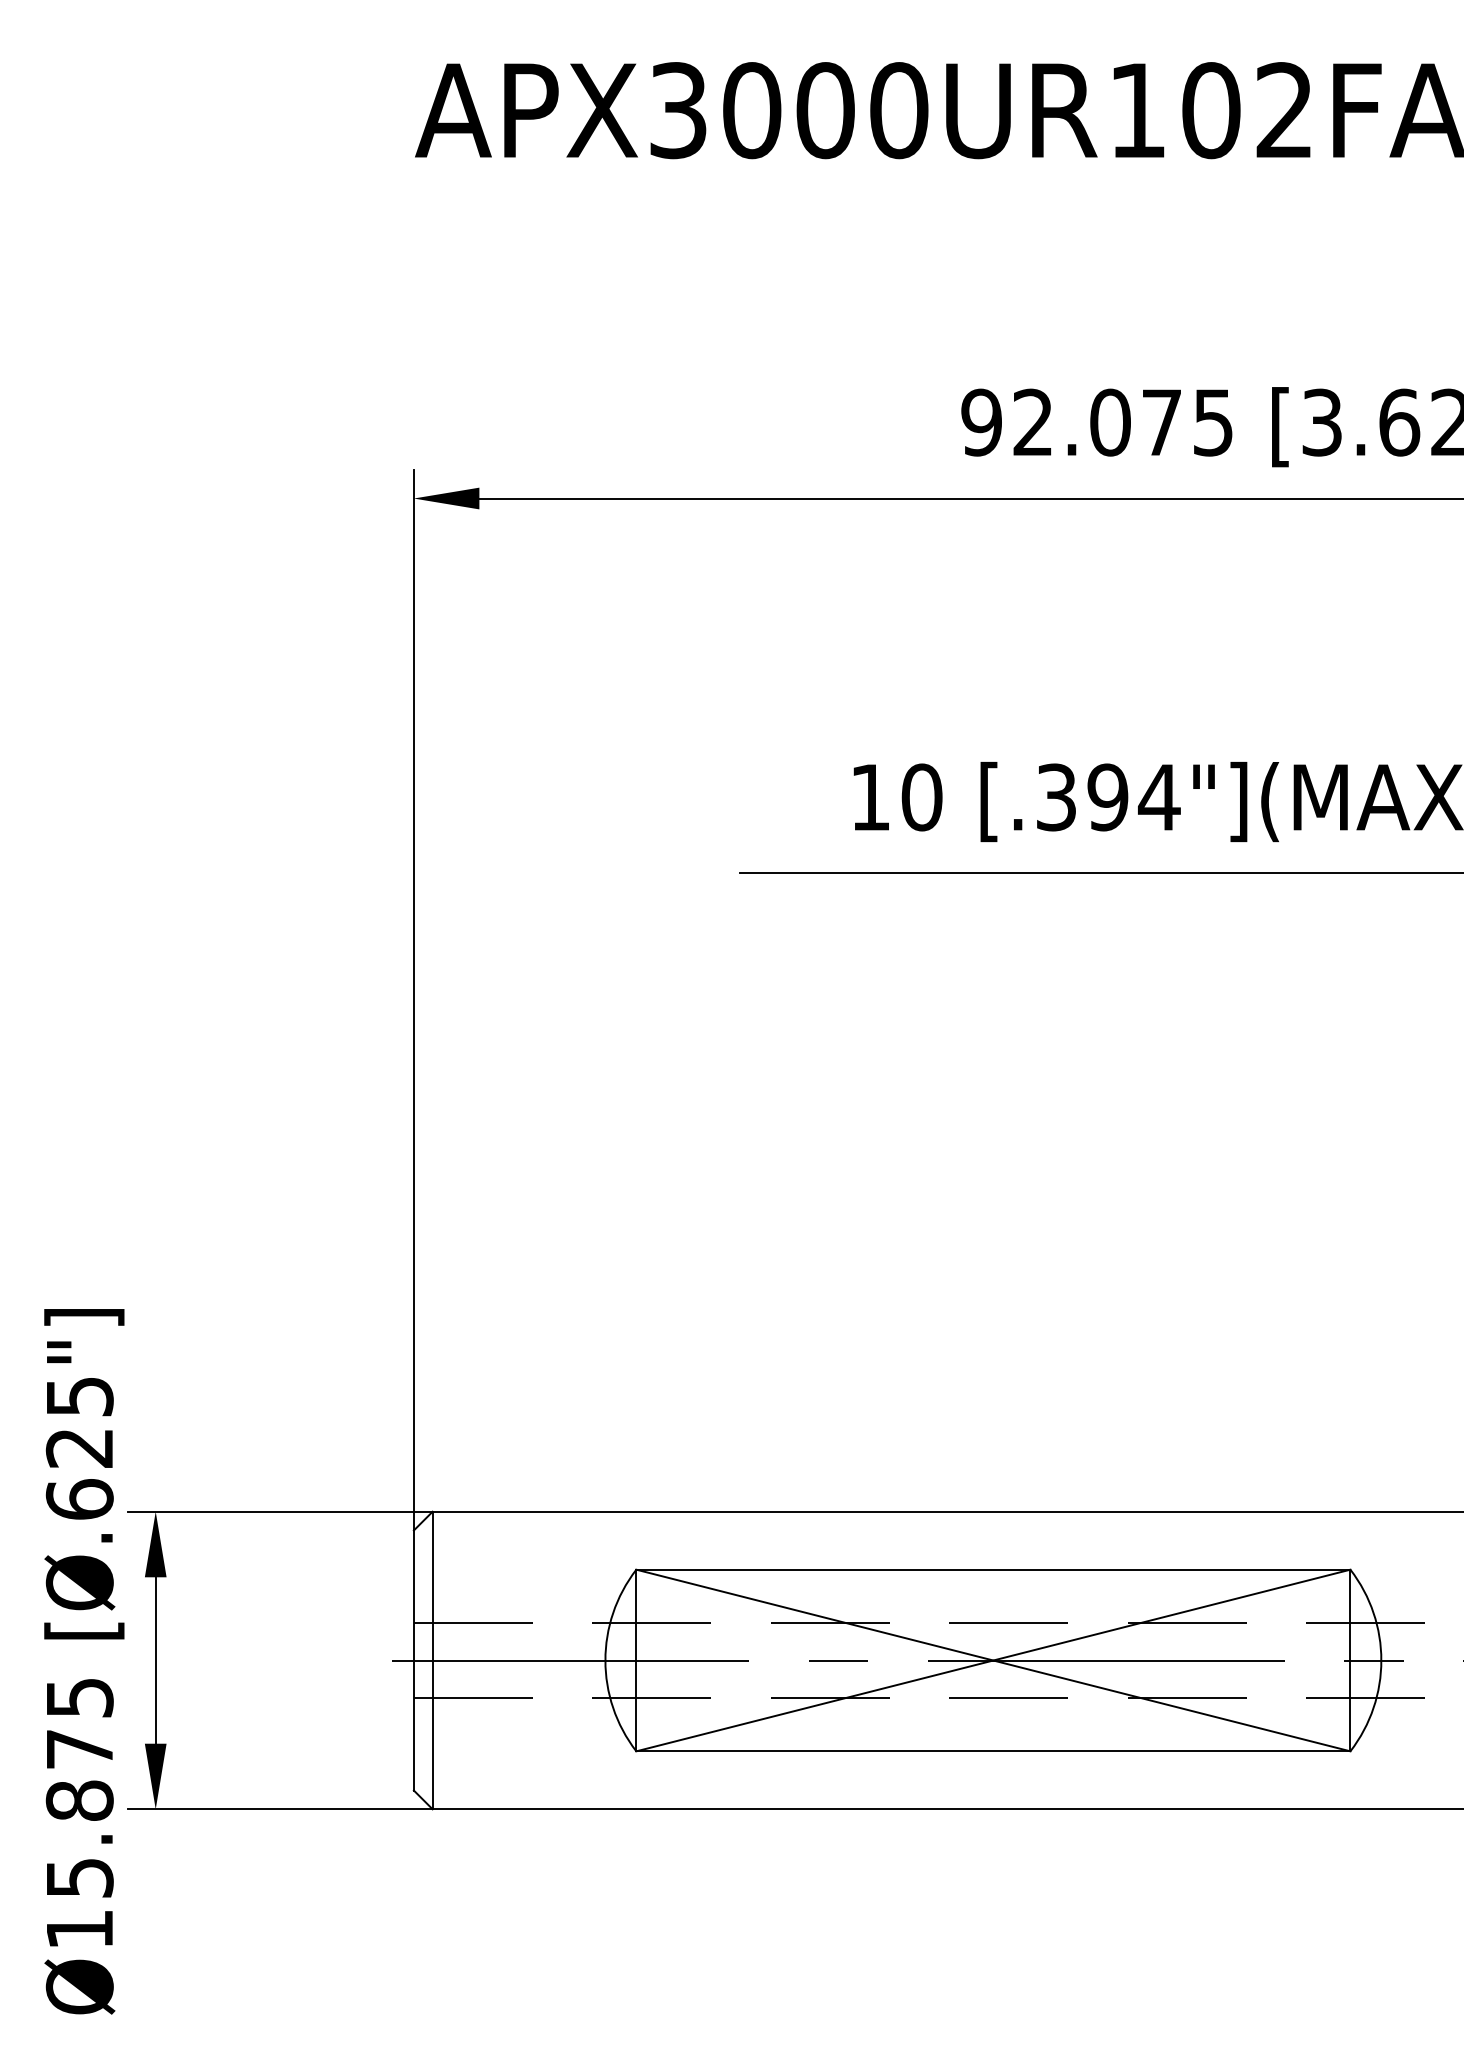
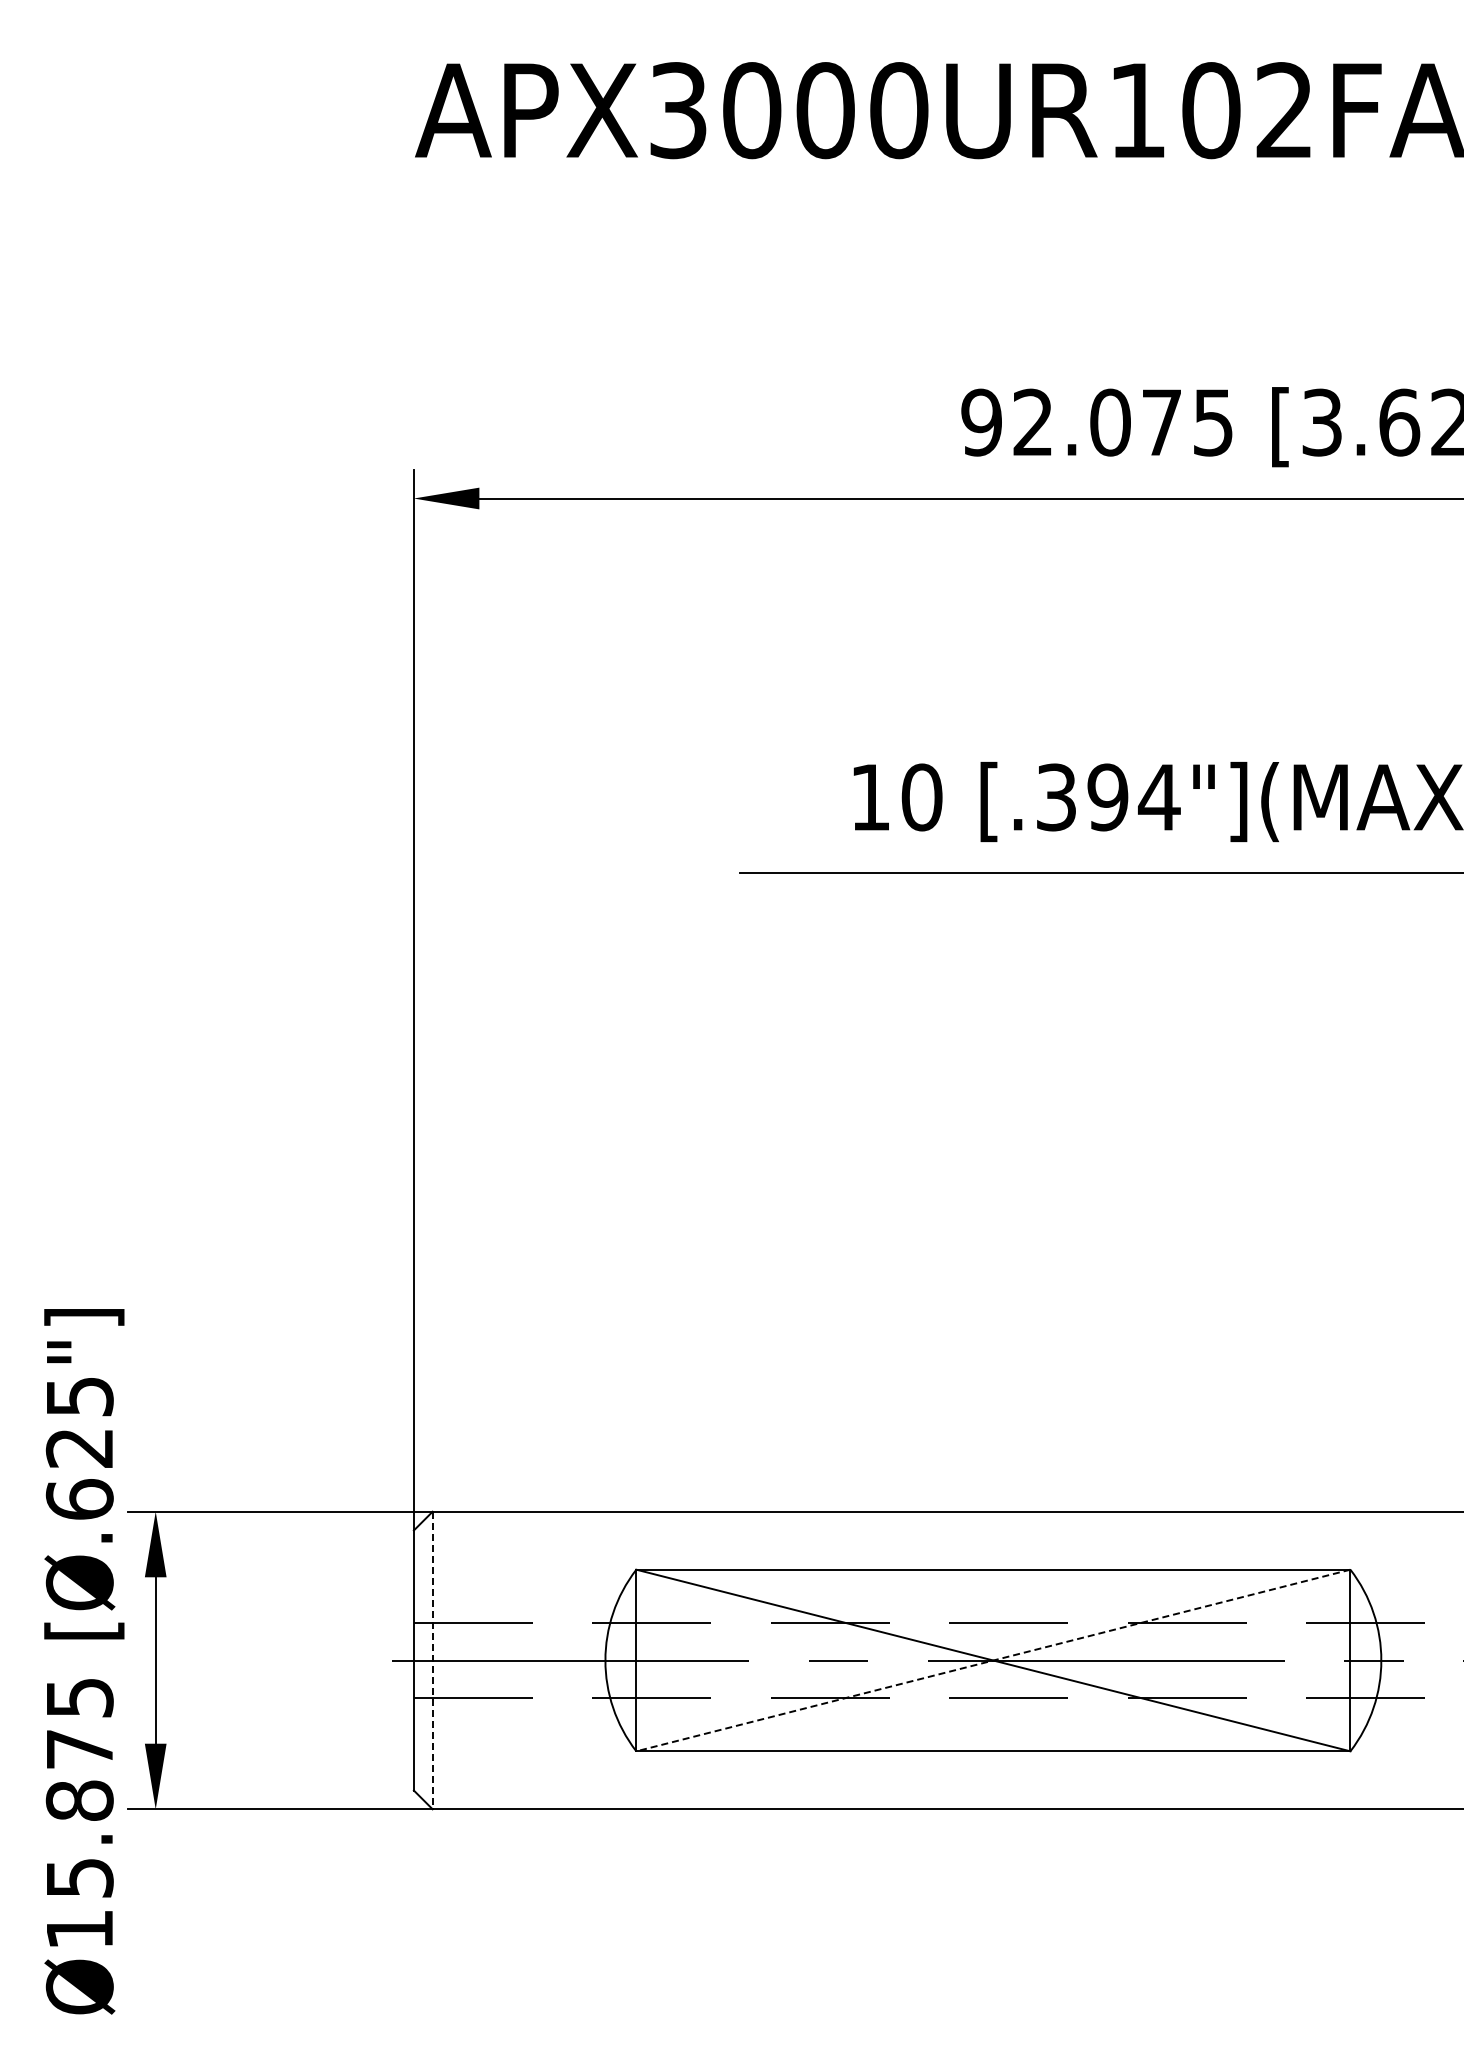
line at (432, 1660): solid -> dashed
line at (992, 1660): solid -> dashed
